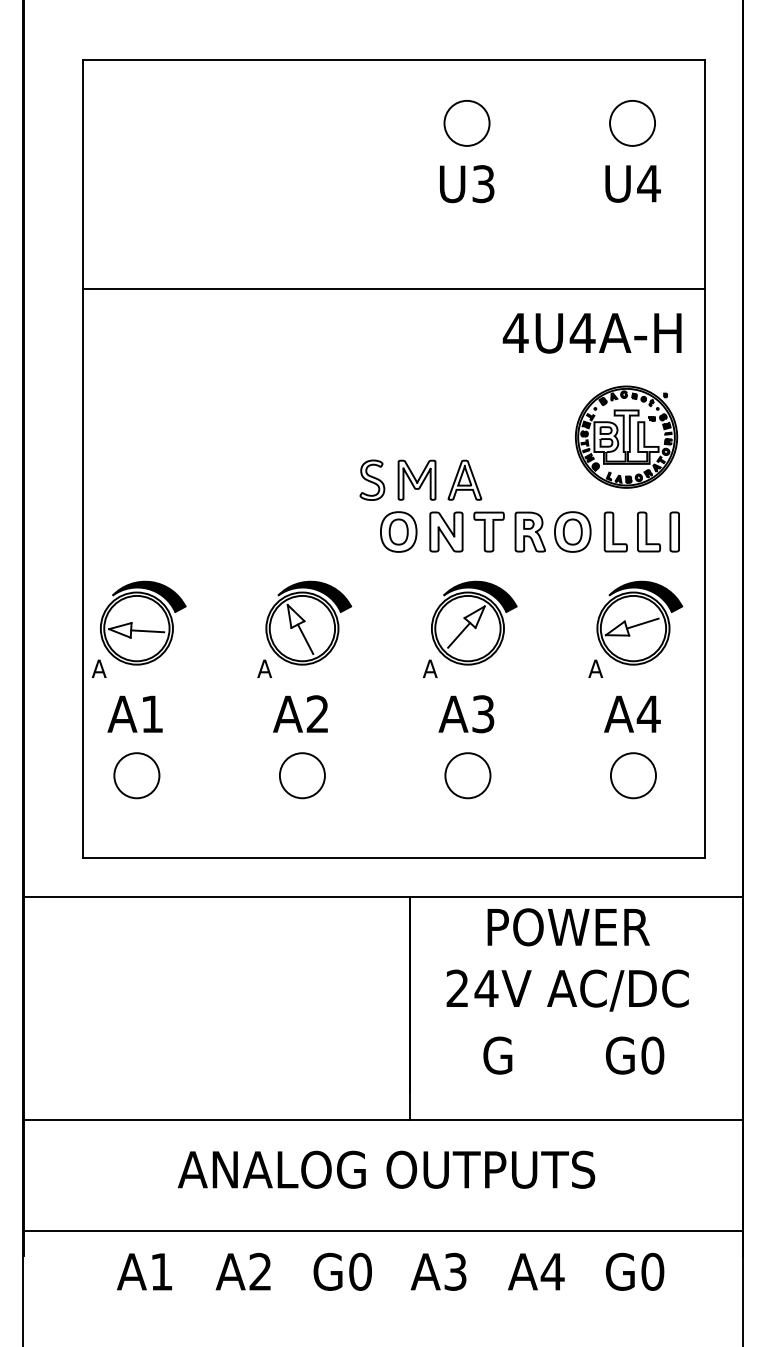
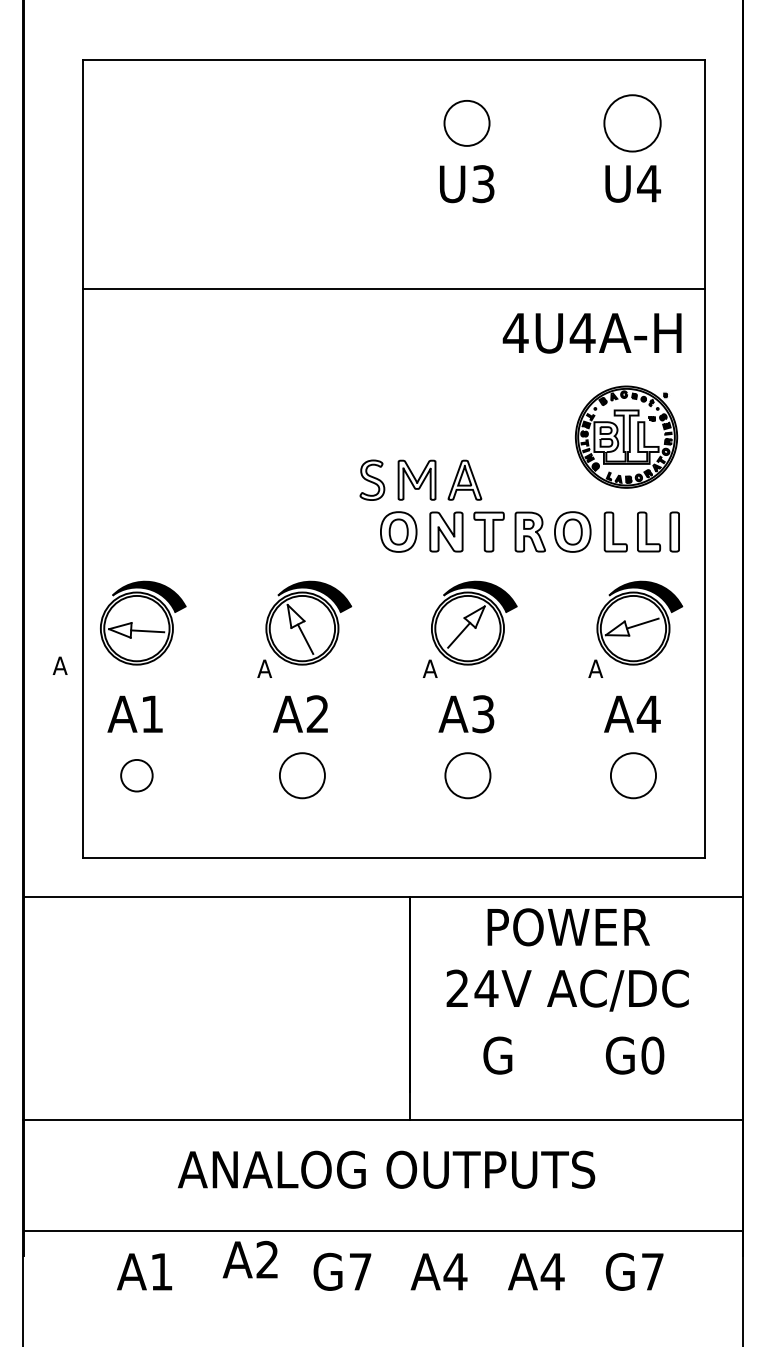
circle at (632, 122) diameter: 45 px -> 56 px
text at (98, 668) position: (98, 668) -> (59, 665)
circle at (136, 775) diameter: 45 px -> 32 px
text at (242, 1271) position: (242, 1271) -> (249, 1259)
text at (360, 1271): G0 -> G7
text at (455, 1271): A3 -> A4
text at (652, 1271): G0 -> G7
